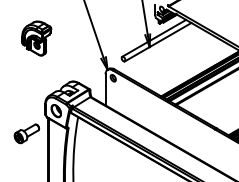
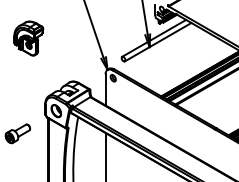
part at (36, 38) position: (36, 38) -> (28, 38)
part at (26, 133) position: (26, 133) -> (17, 133)
line at (105, 155): none -> present
